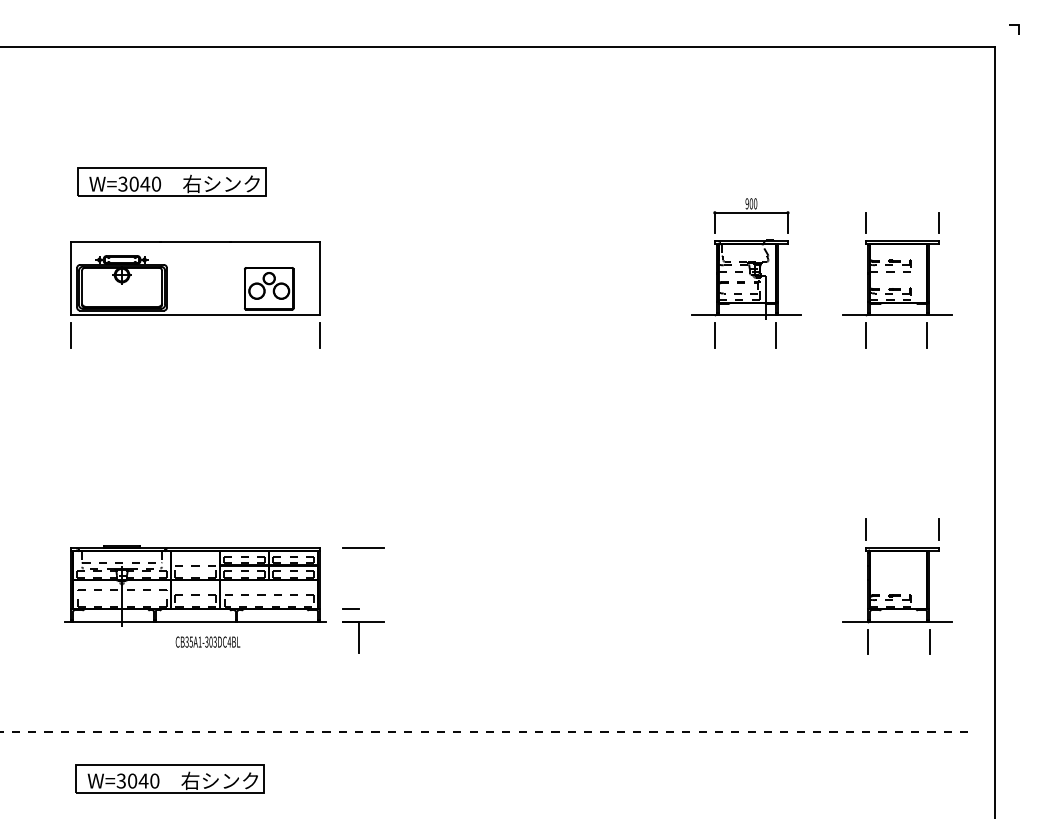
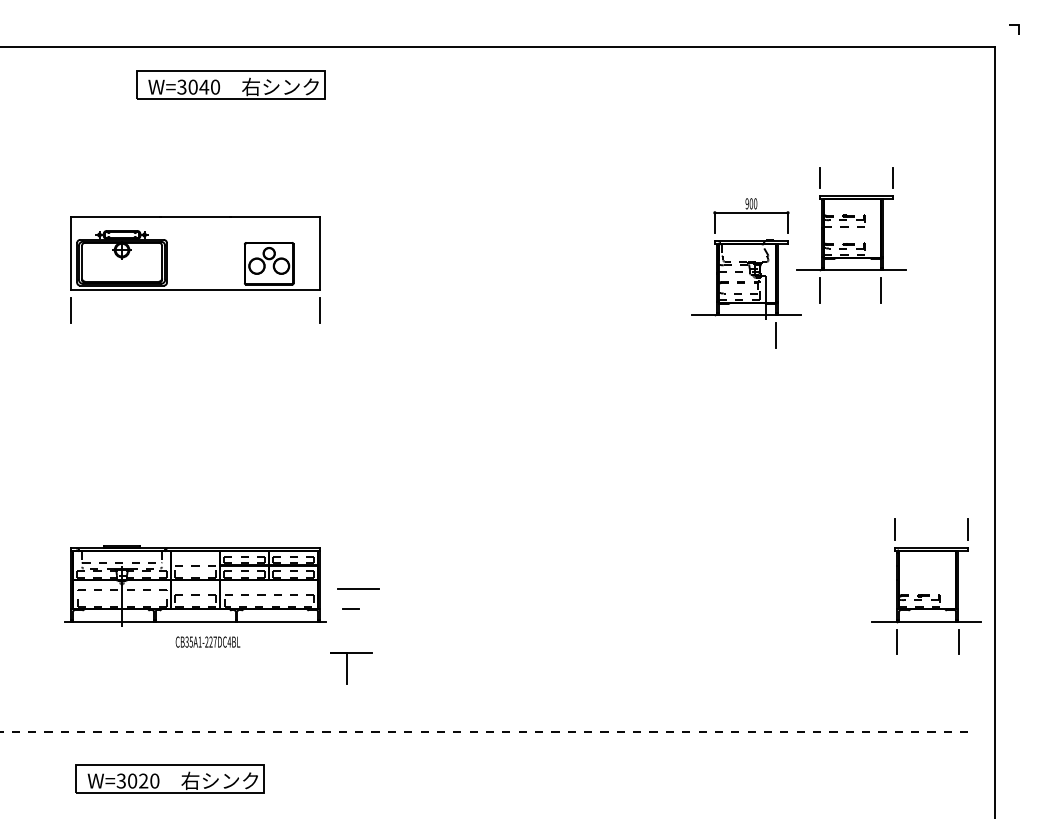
part at (171, 181) position: (171, 181) -> (230, 84)
part at (897, 280) position: (897, 280) -> (851, 235)
part at (195, 294) position: (195, 294) -> (195, 269)
line at (714, 335): present -> none
line at (363, 547) position: (363, 547) -> (358, 588)
part at (897, 586) position: (897, 586) -> (926, 586)
part at (363, 637) position: (363, 637) -> (351, 668)
text at (210, 641): CB35A1-303DC4BL -> CB35A1-227DC4BL
text at (143, 780): W=3040 -> W=3020
